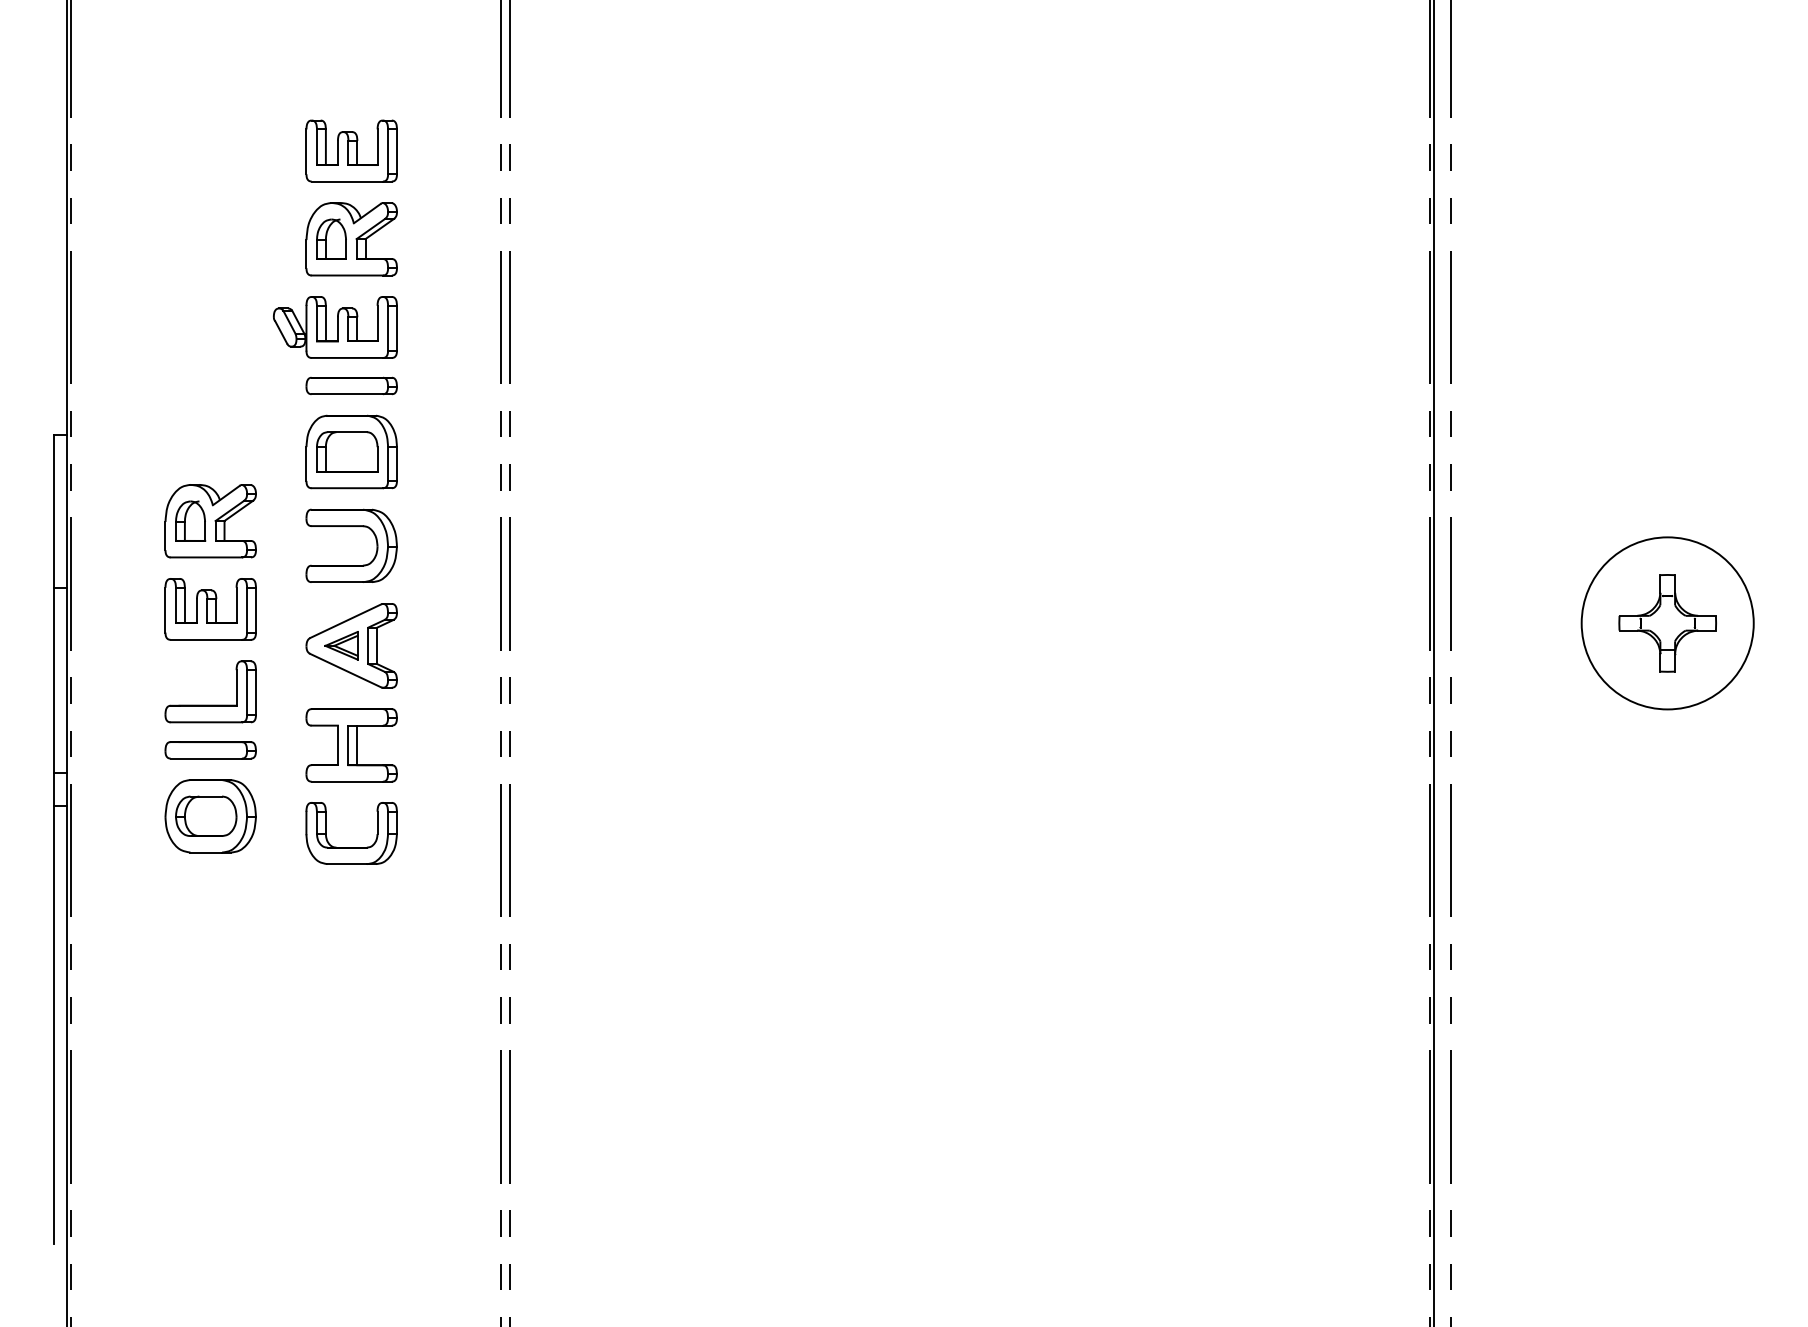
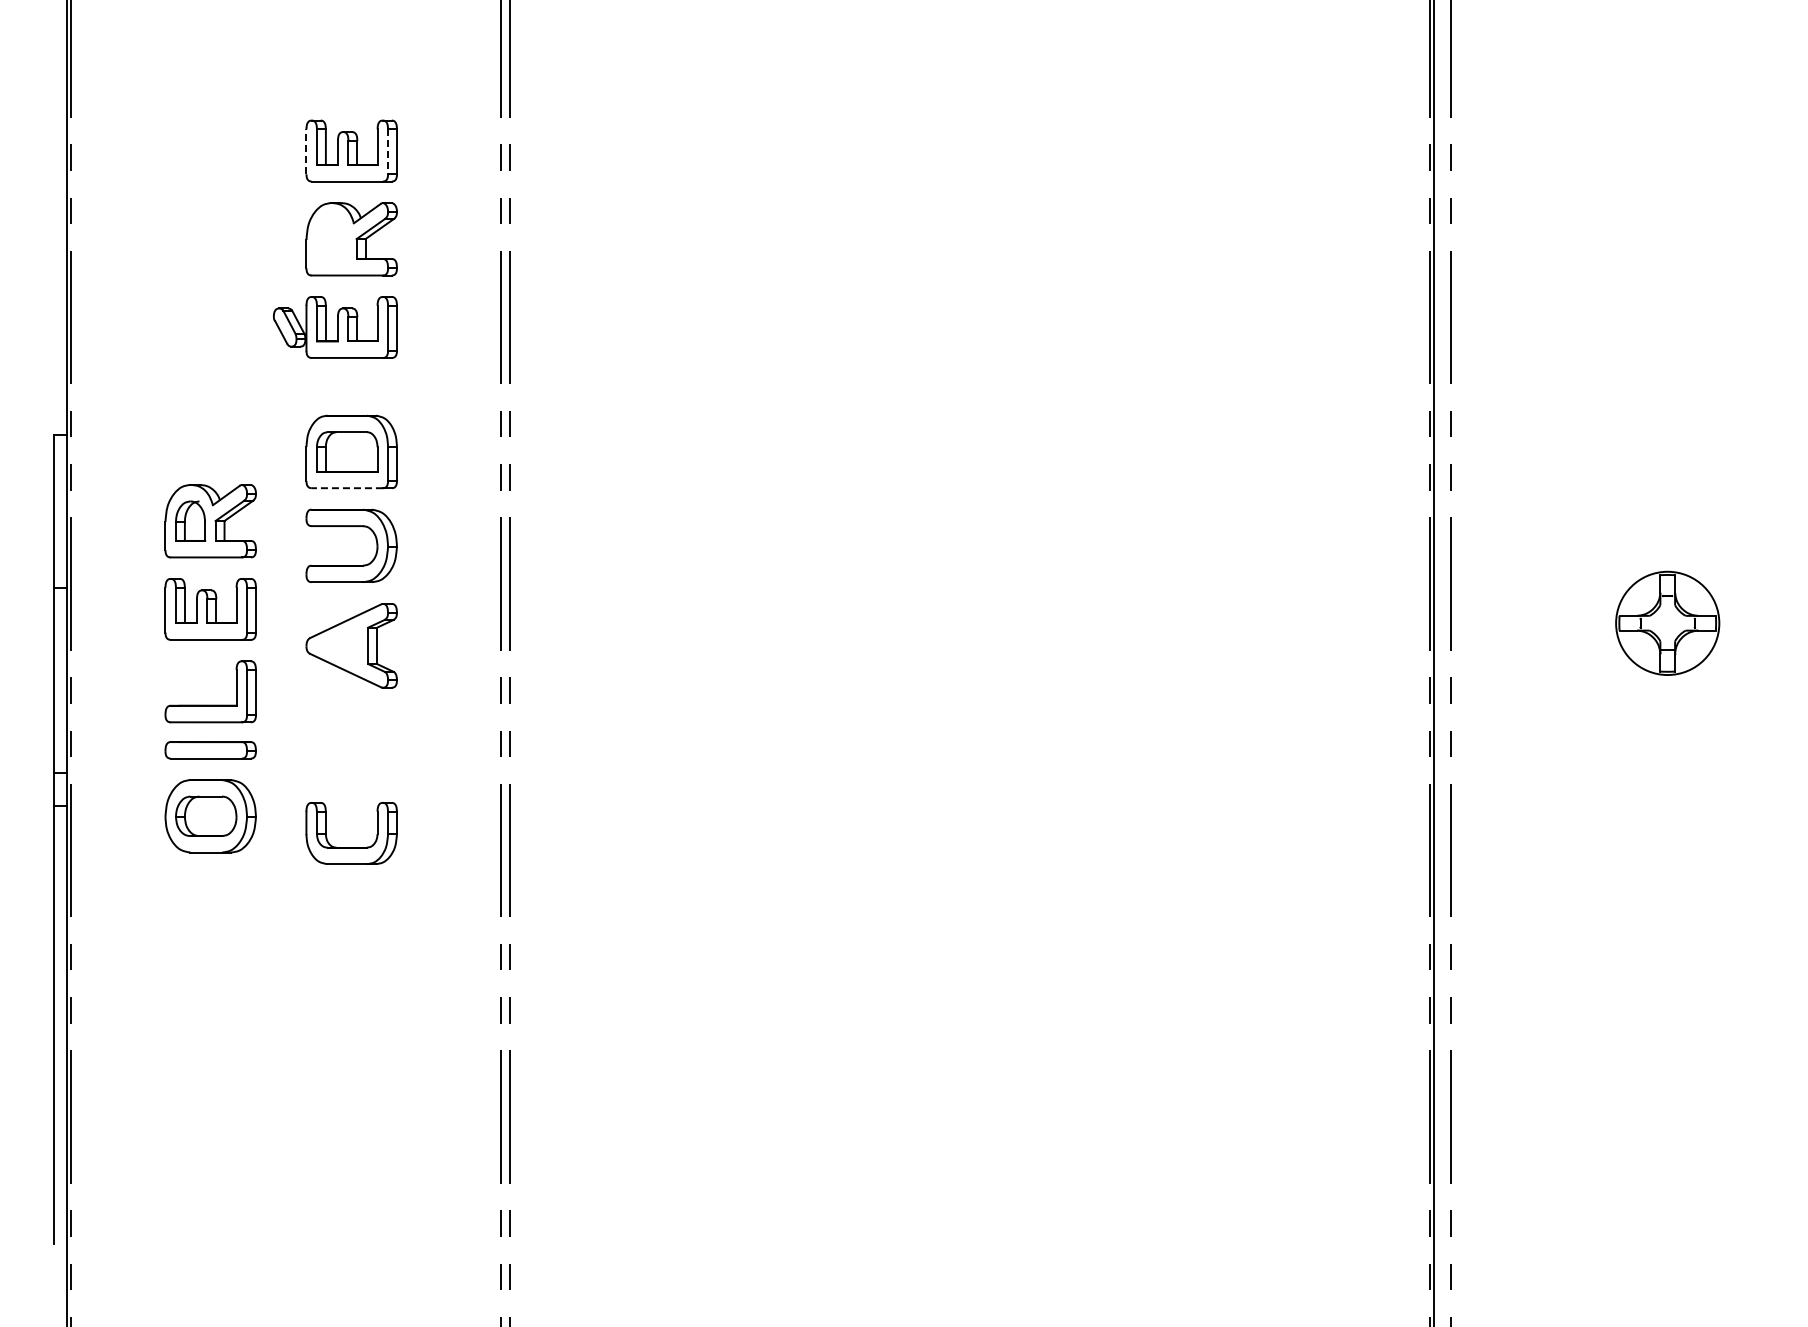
line at (306, 151): solid -> dashed
line at (388, 152): solid -> dashed
part at (331, 238): present -> none
part at (351, 385): present -> none
line at (347, 488): solid -> dashed
circle at (1667, 623) diameter: 172 px -> 103 px
part at (341, 645): present -> none
part at (351, 745): present -> none
